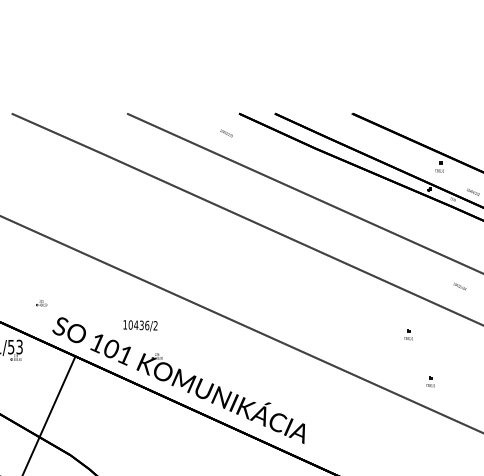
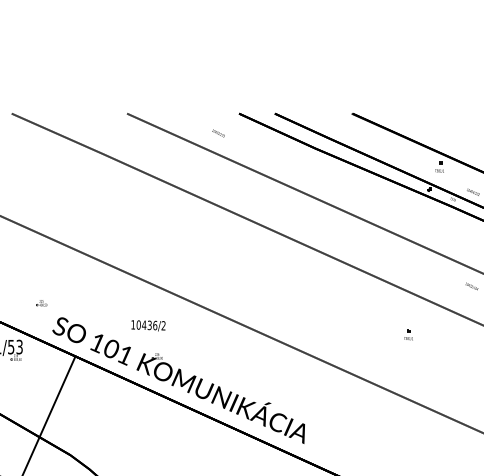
text at (226, 133) position: (226, 133) -> (218, 133)
text at (459, 286) position: (459, 286) -> (471, 286)
text at (140, 325) position: (140, 325) -> (148, 325)
part at (430, 381): present -> none
